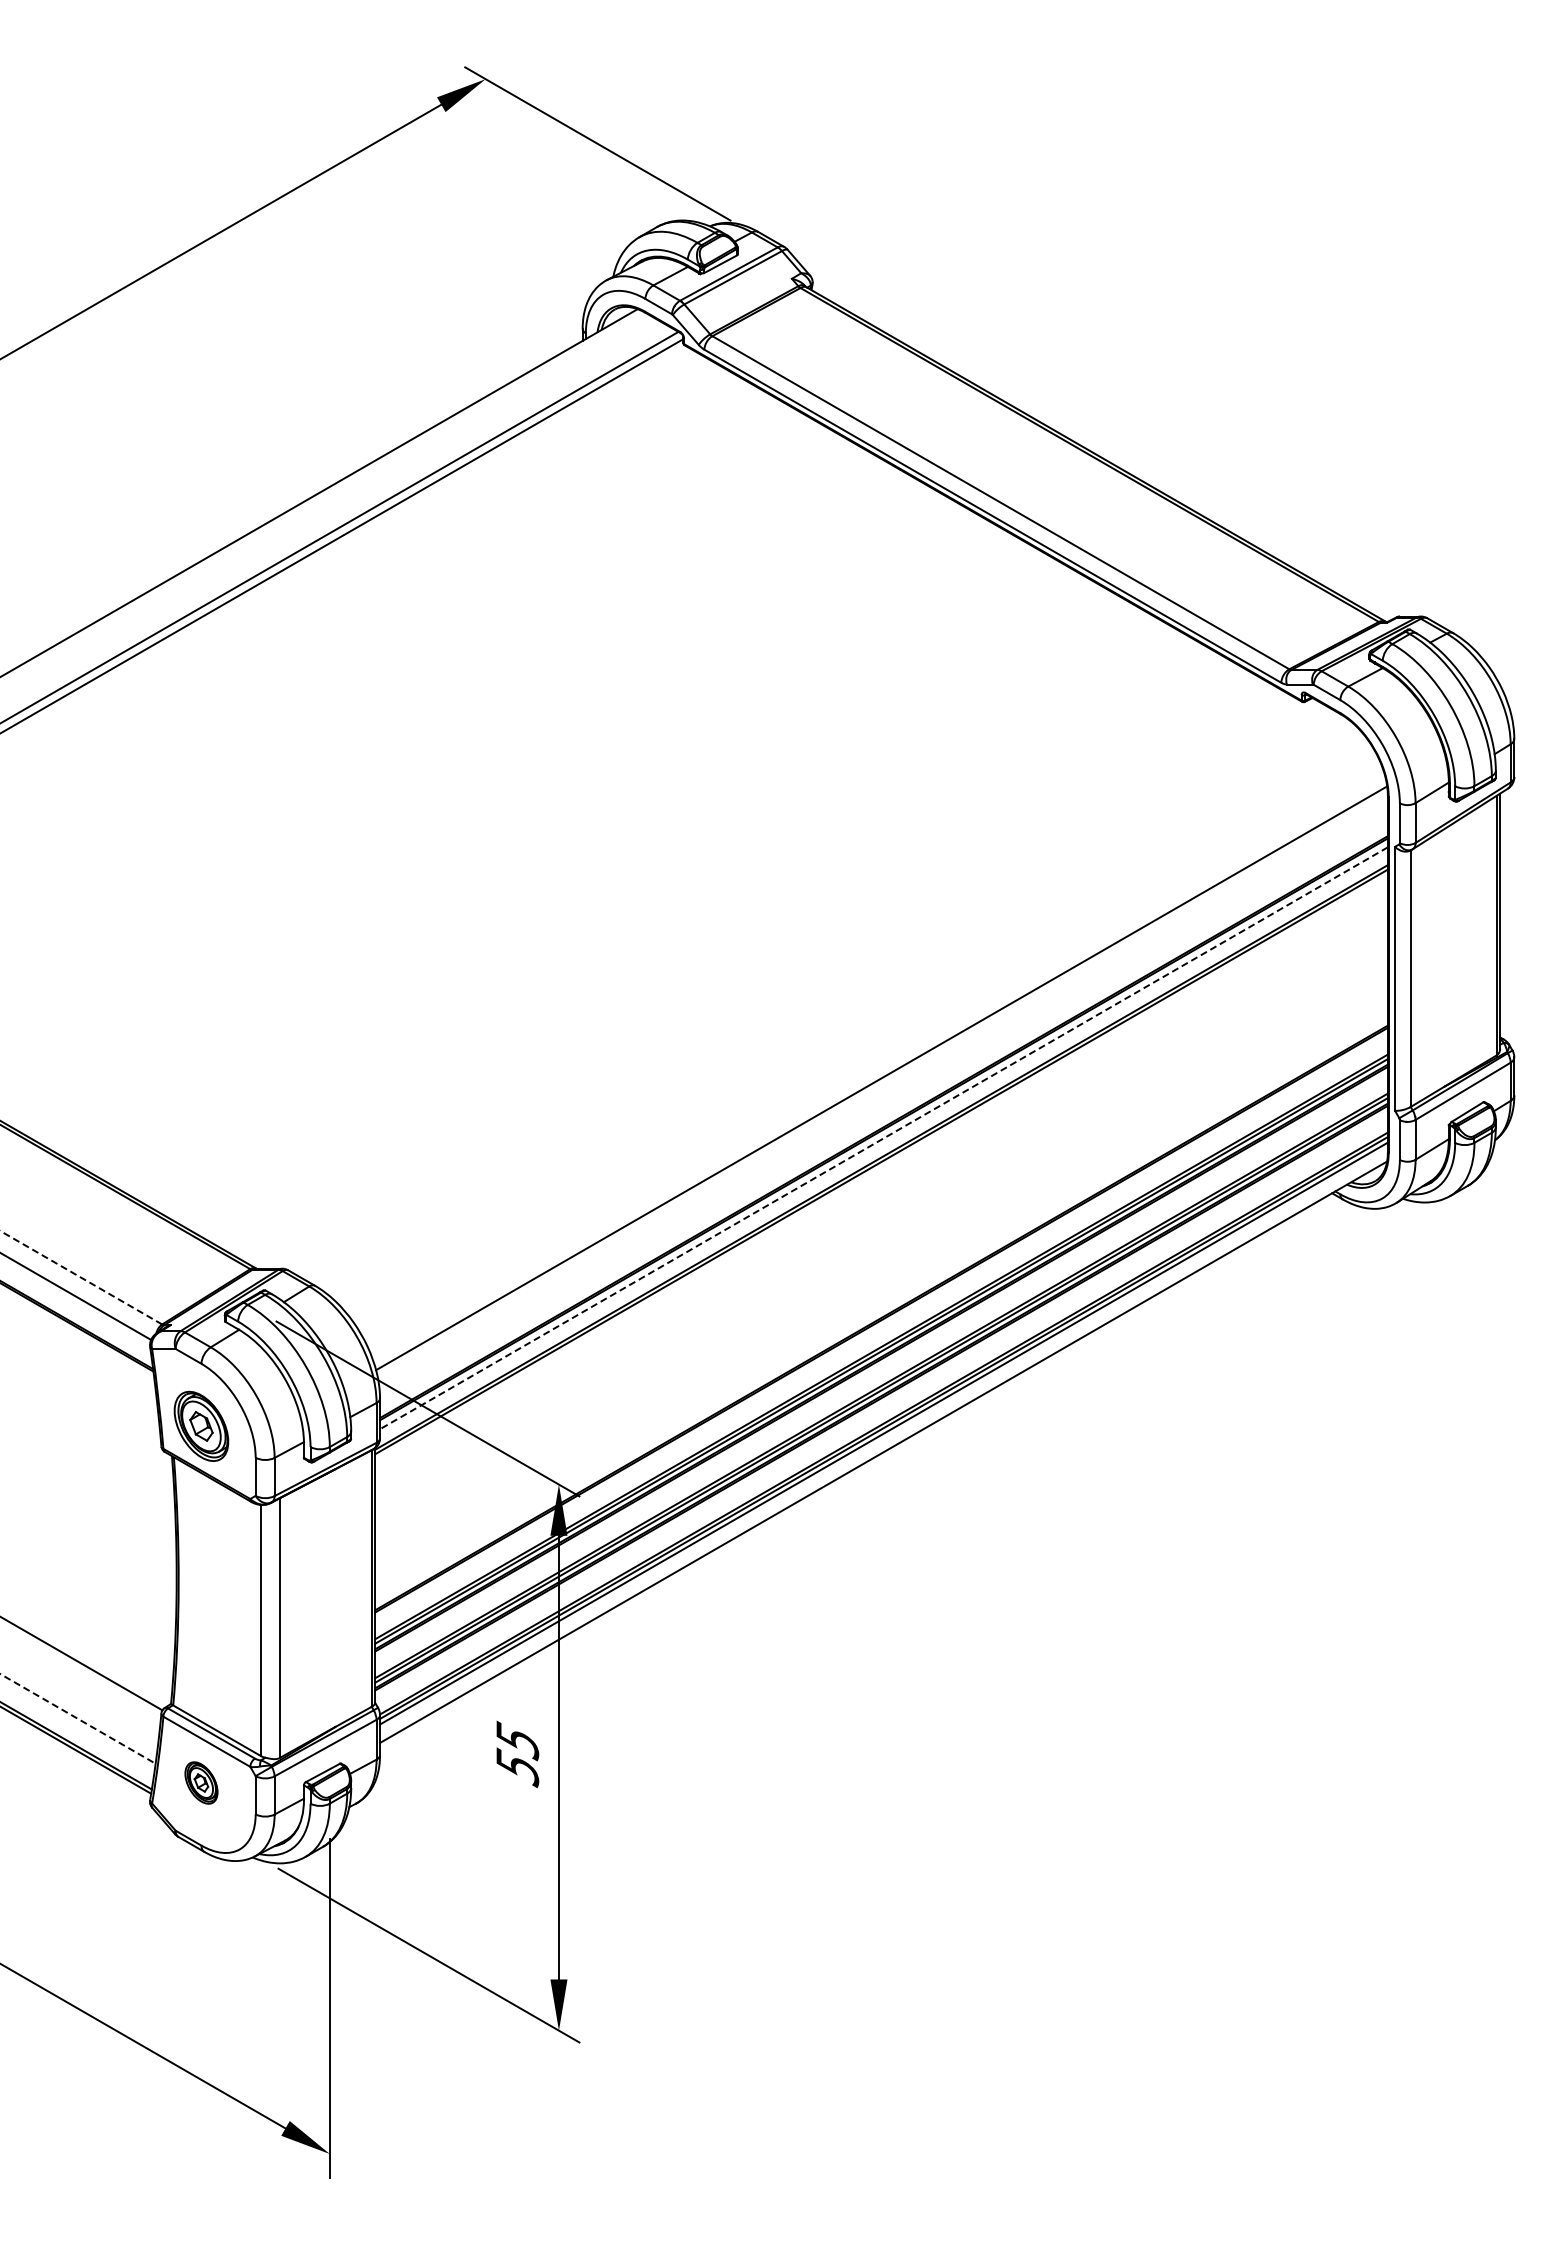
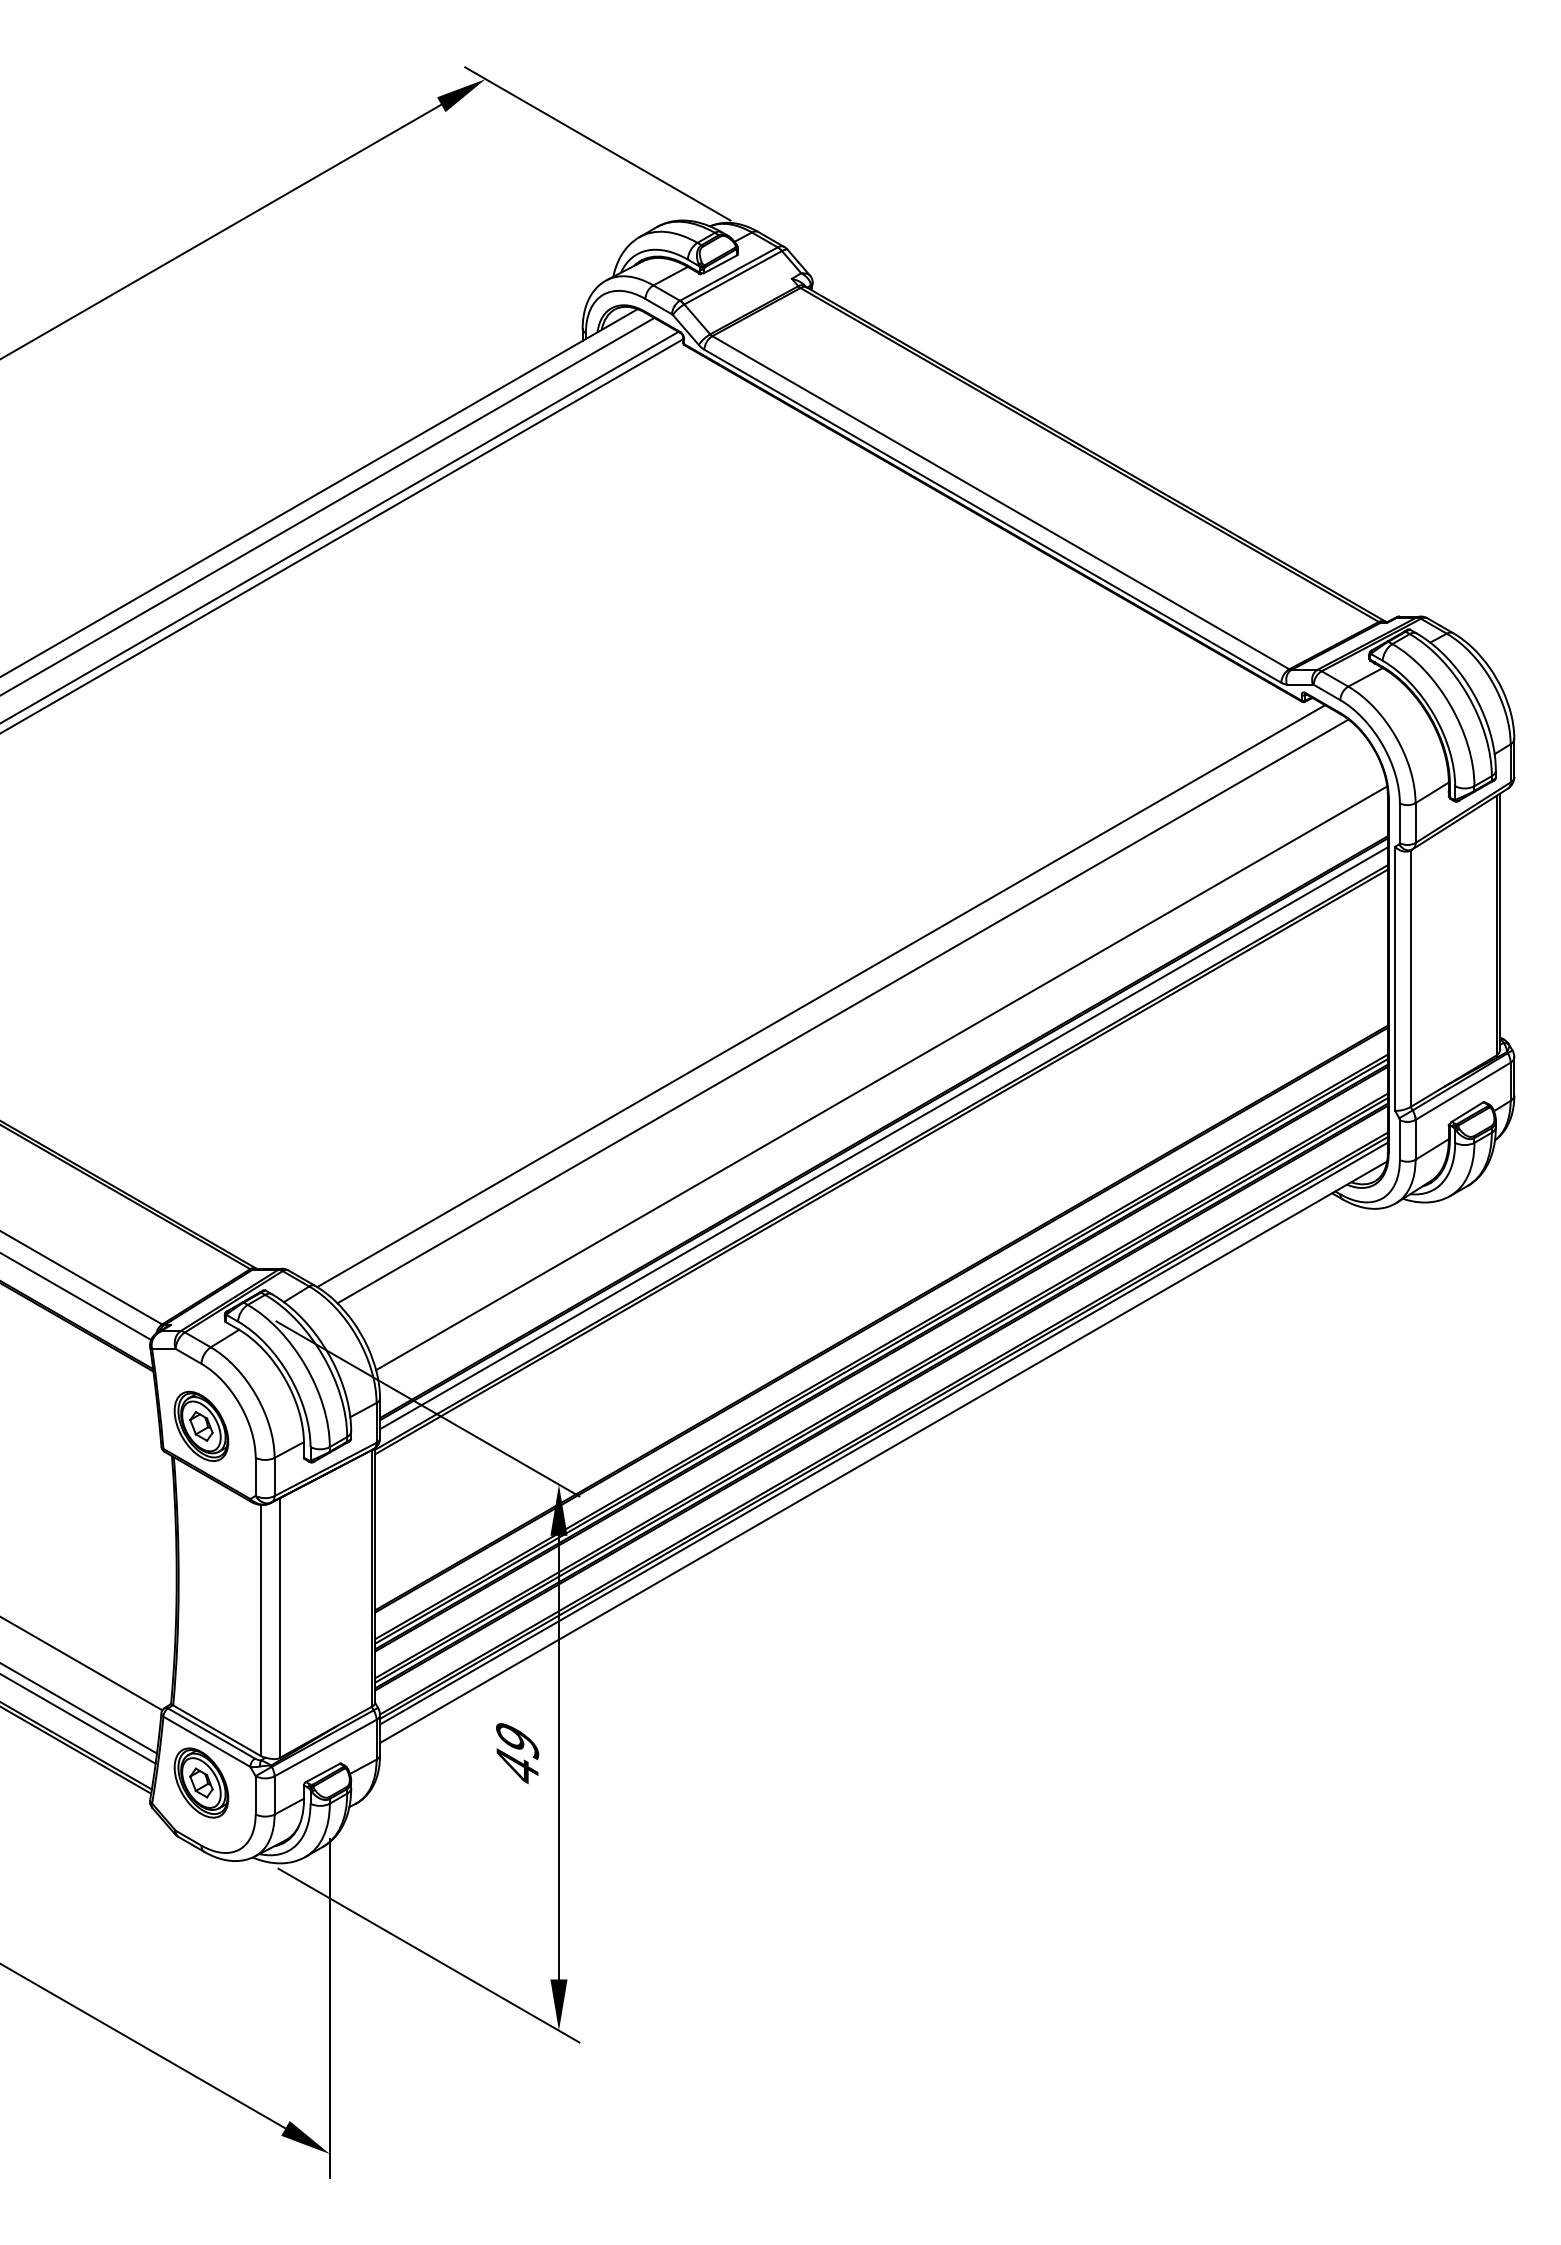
line at (328, 505): none -> present
line at (821, 996): none -> present
line at (842, 1011): none -> present
line at (883, 1138): dashed -> solid
line at (80, 1277): dashed -> solid
line at (79, 1708): none -> present
line at (78, 1719): dashed -> solid
text at (517, 1754): 55 -> 49
part at (201, 1782) size: 35x44 px -> 57x72 px
